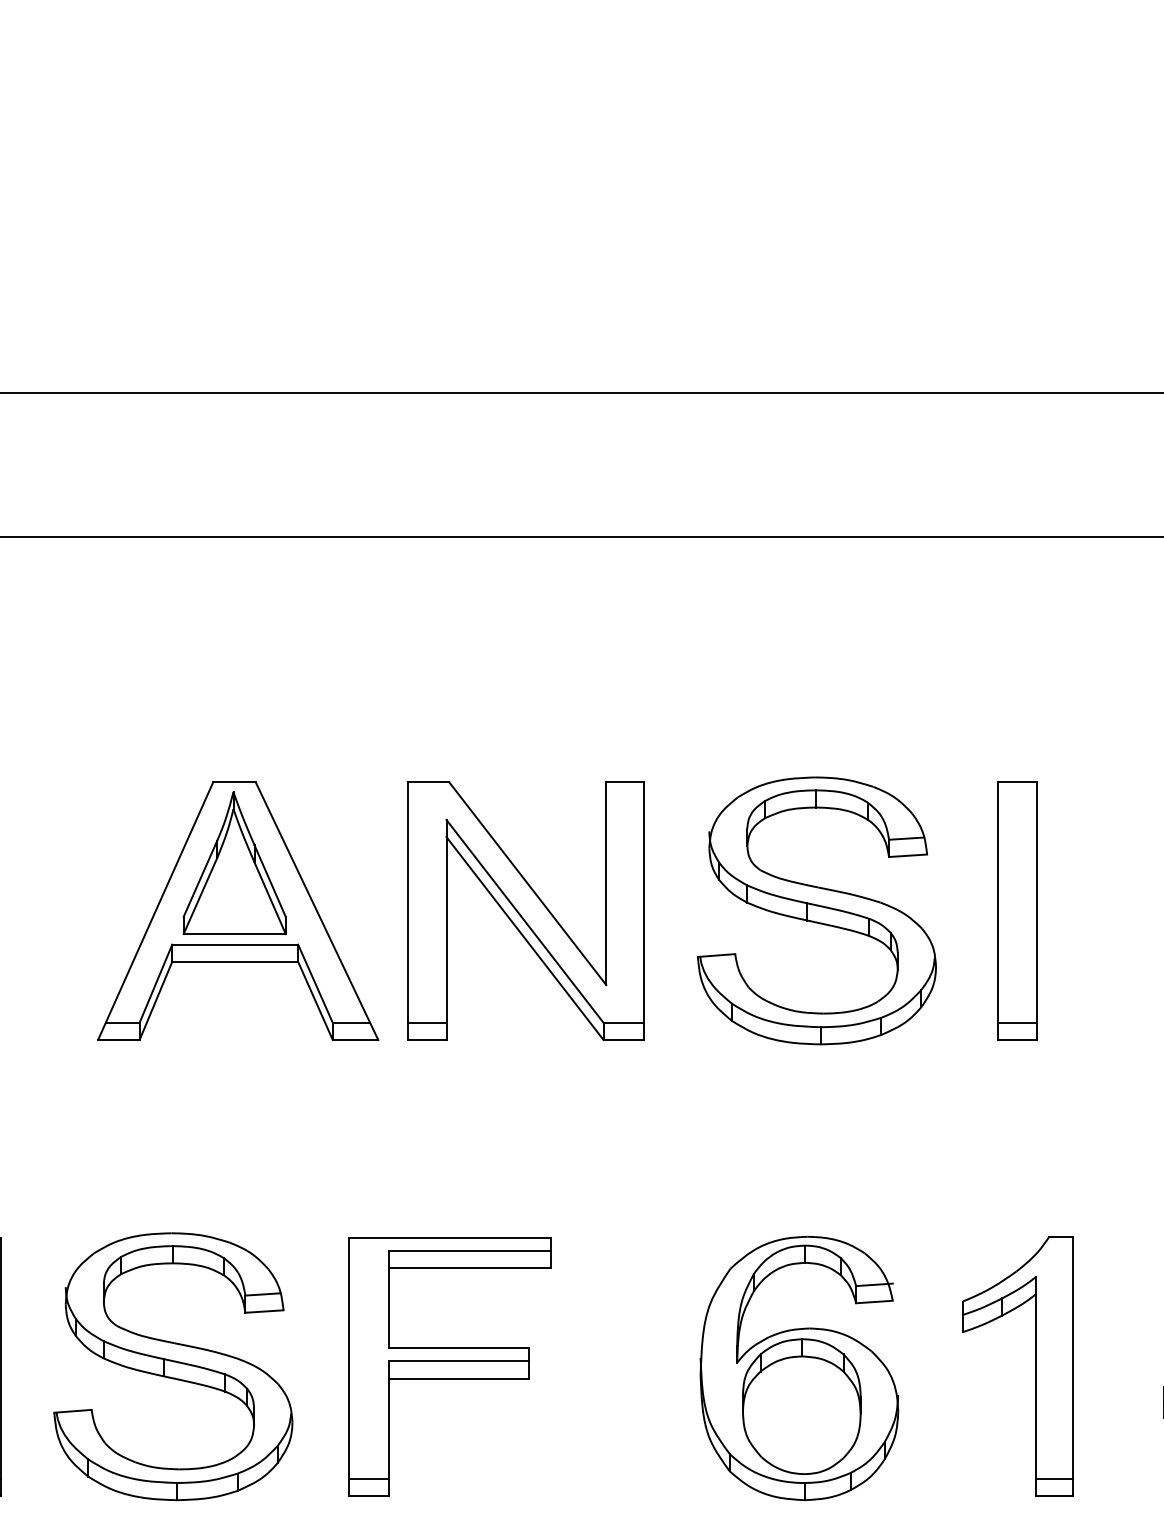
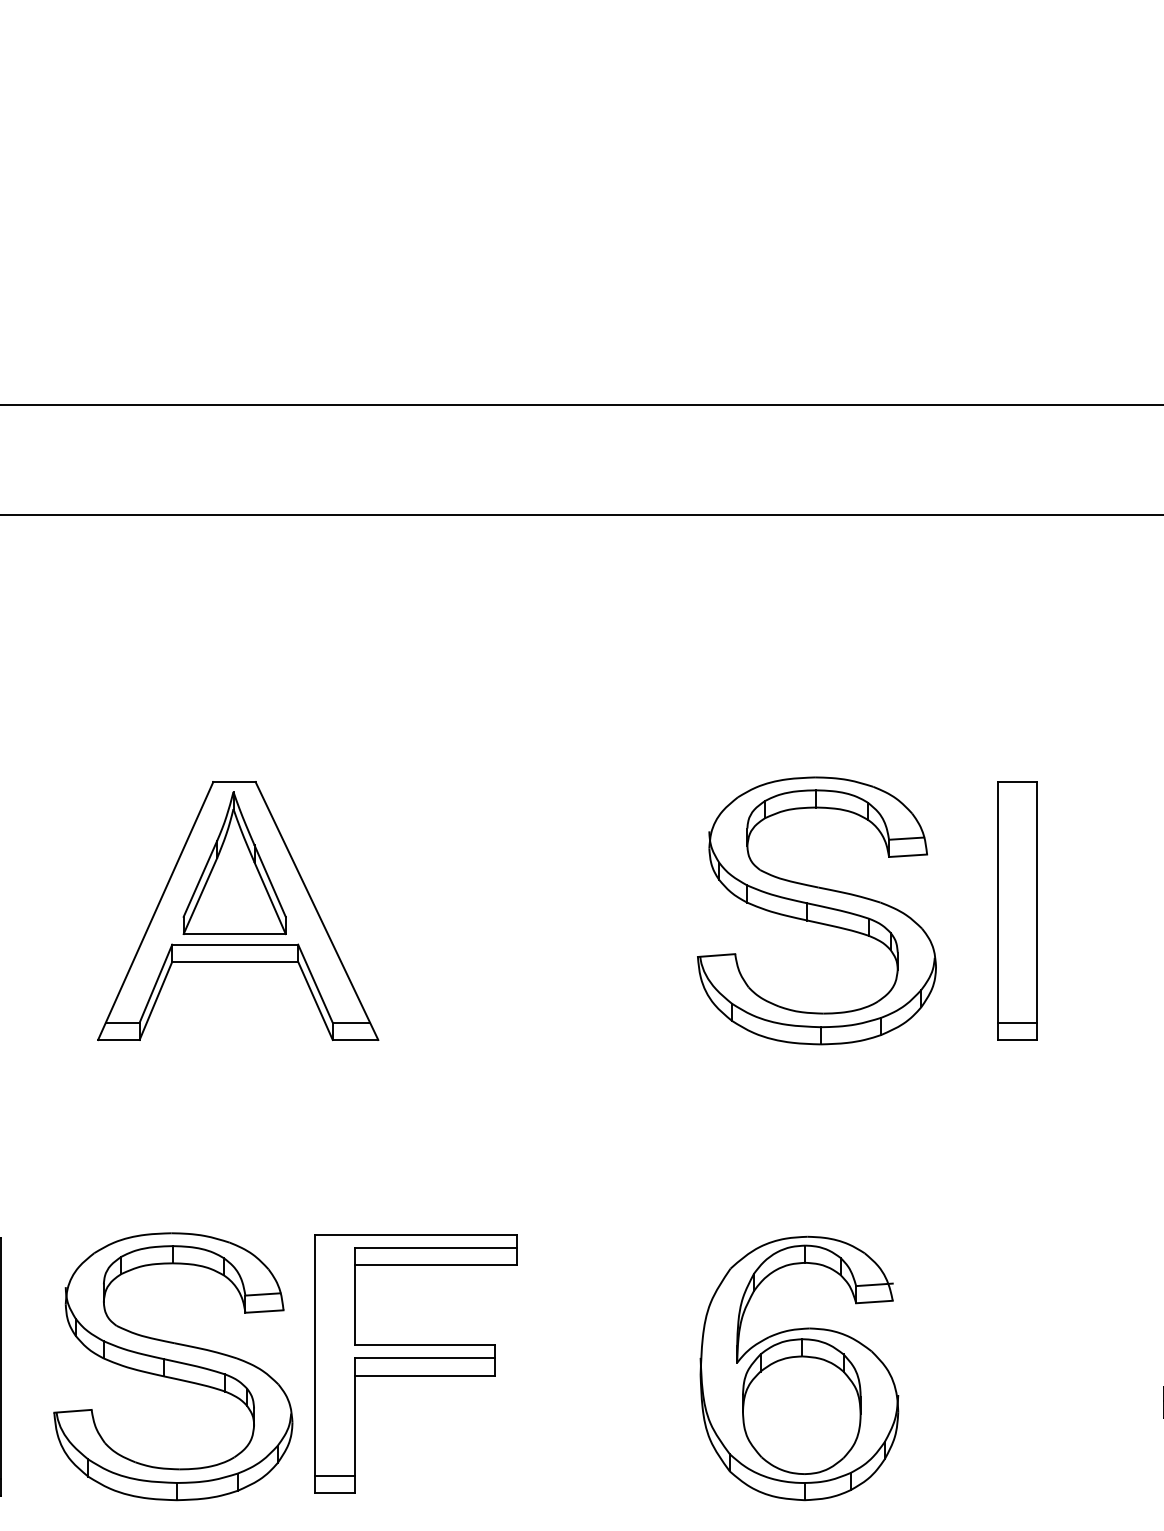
line at (581, 393) position: (581, 393) -> (581, 405)
line at (581, 536) position: (581, 536) -> (581, 514)
part at (525, 911): present -> none
part at (449, 1366) position: (449, 1366) -> (415, 1363)
part at (1035, 1366): present -> none
